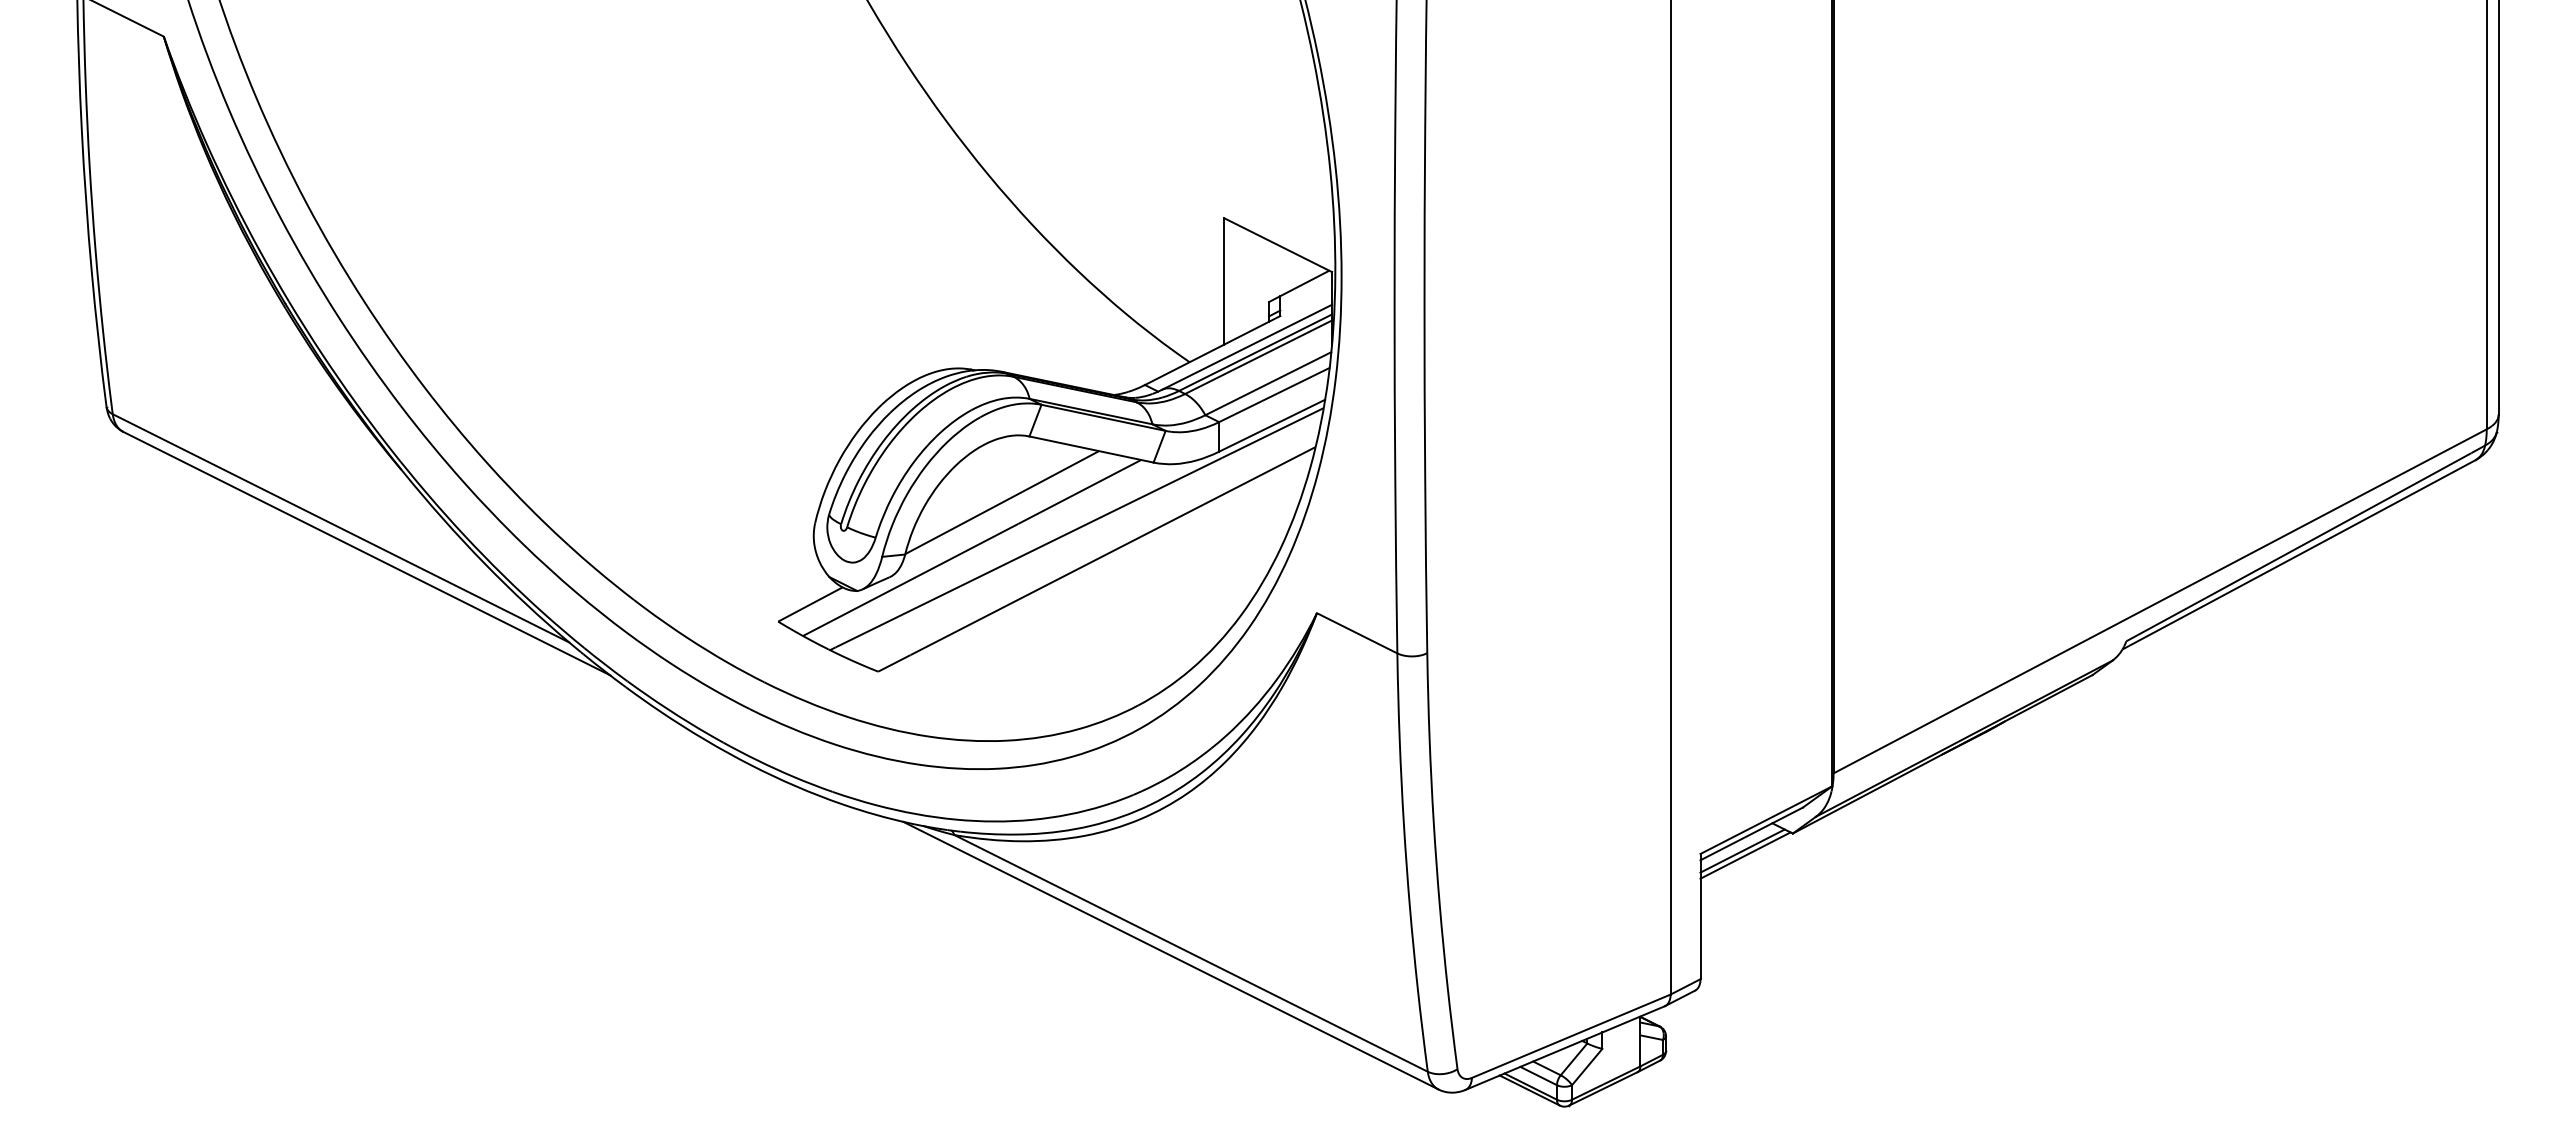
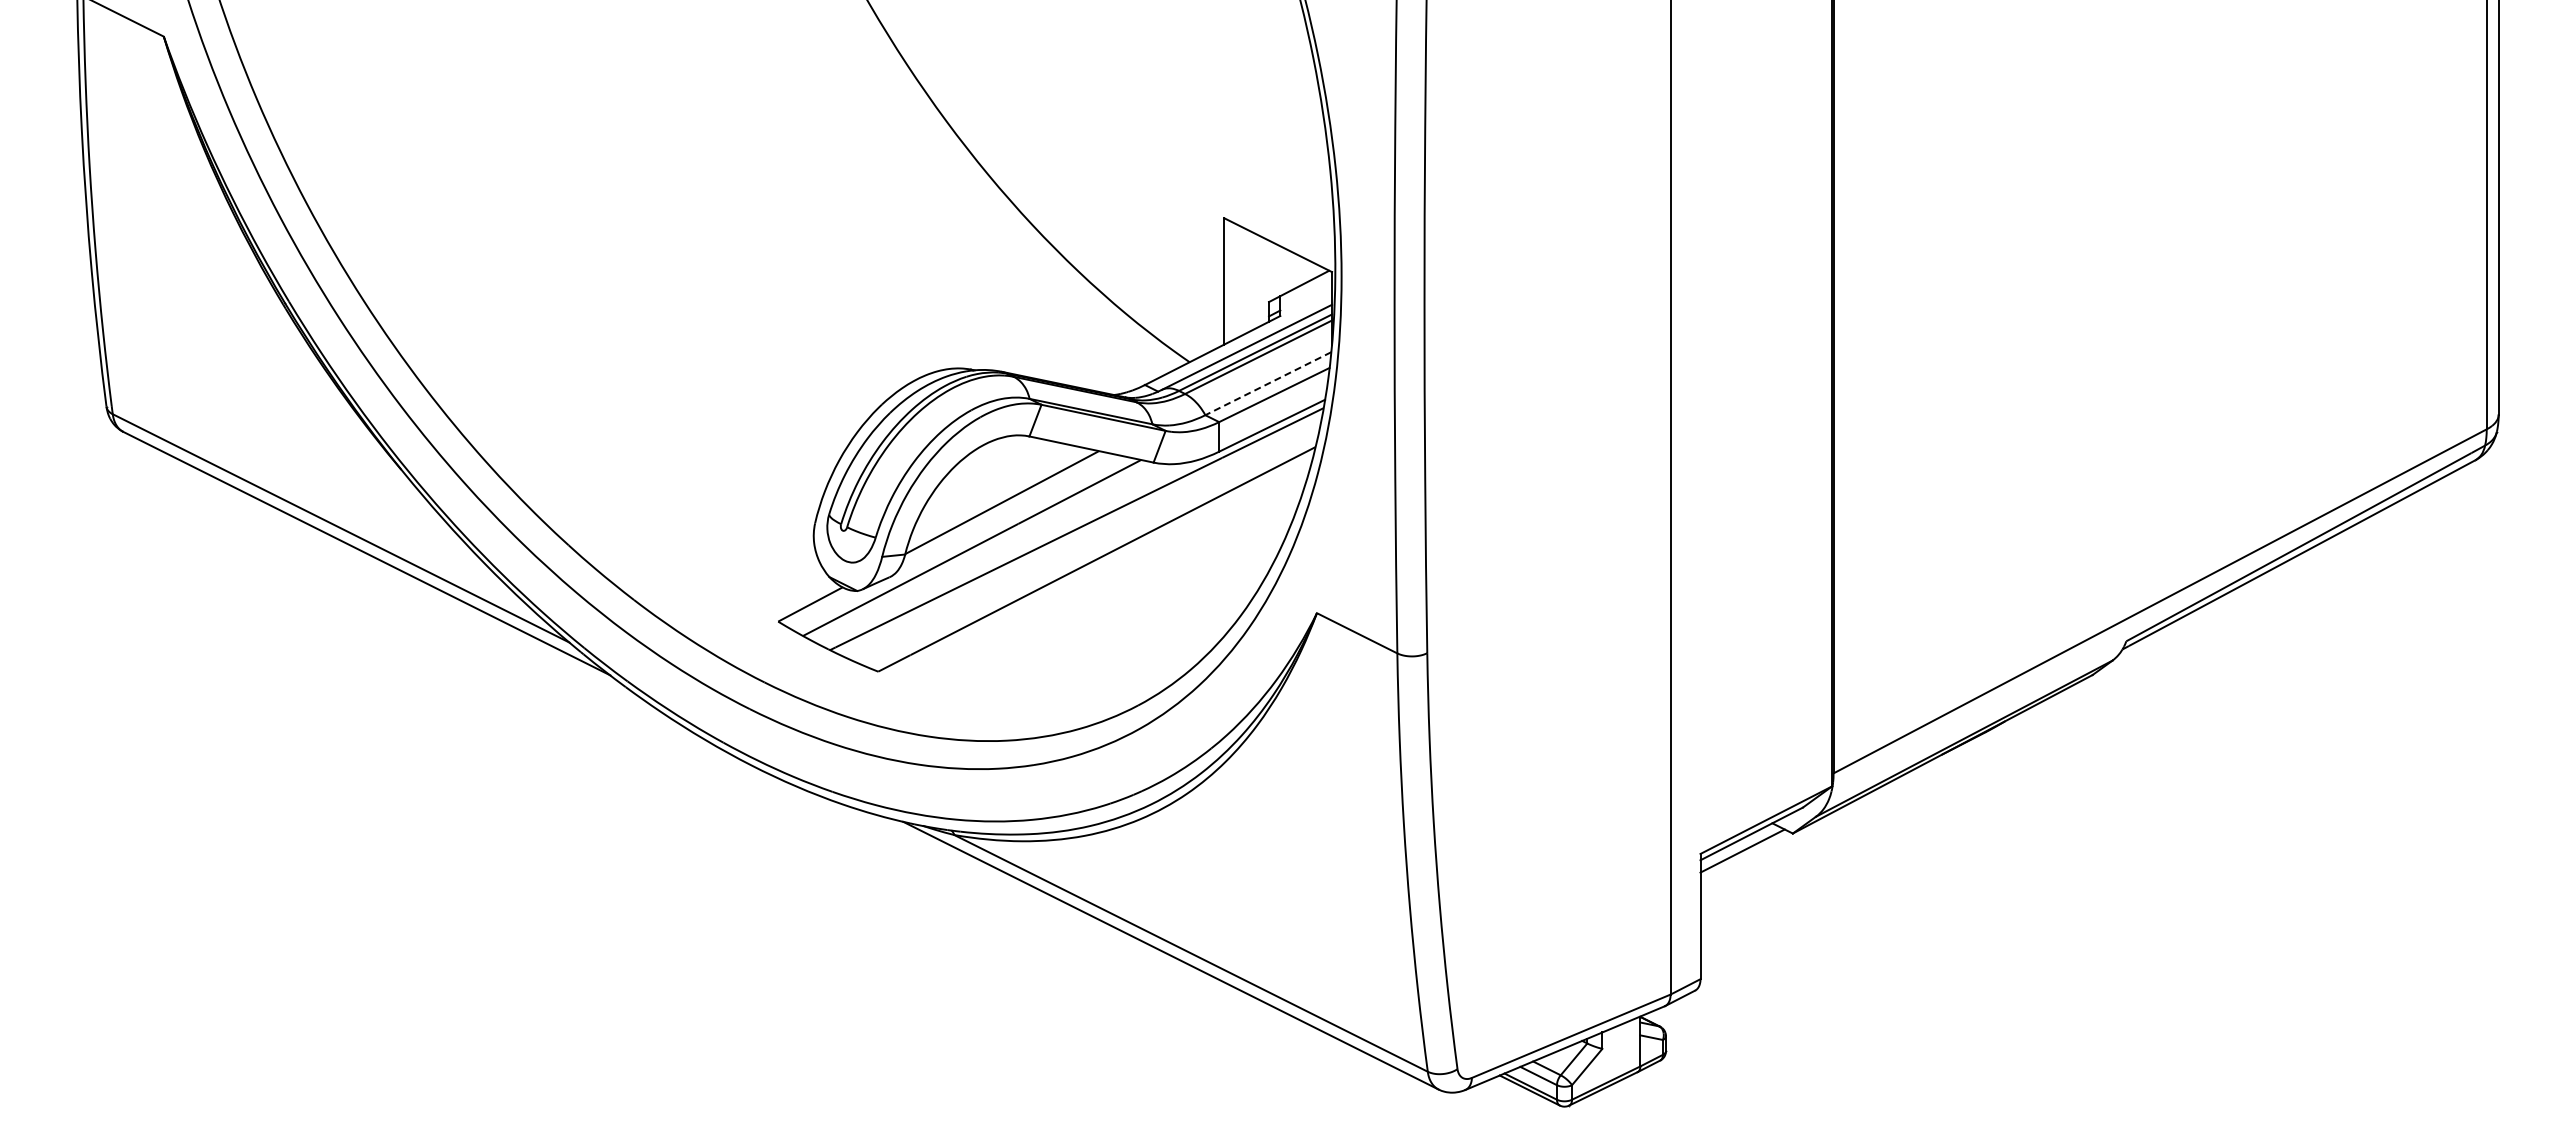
line at (1267, 383): solid -> dashed
line at (1745, 855): present -> none
